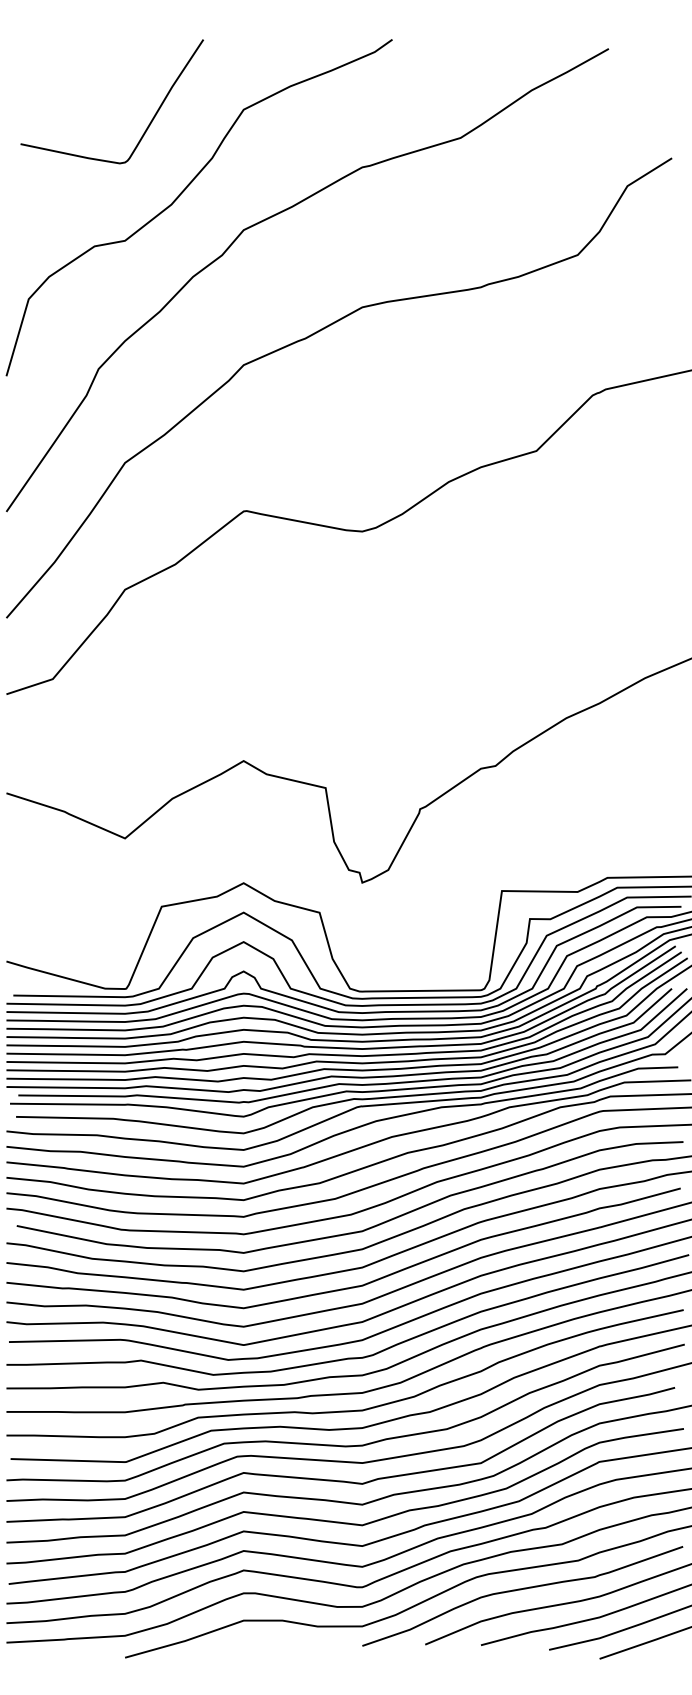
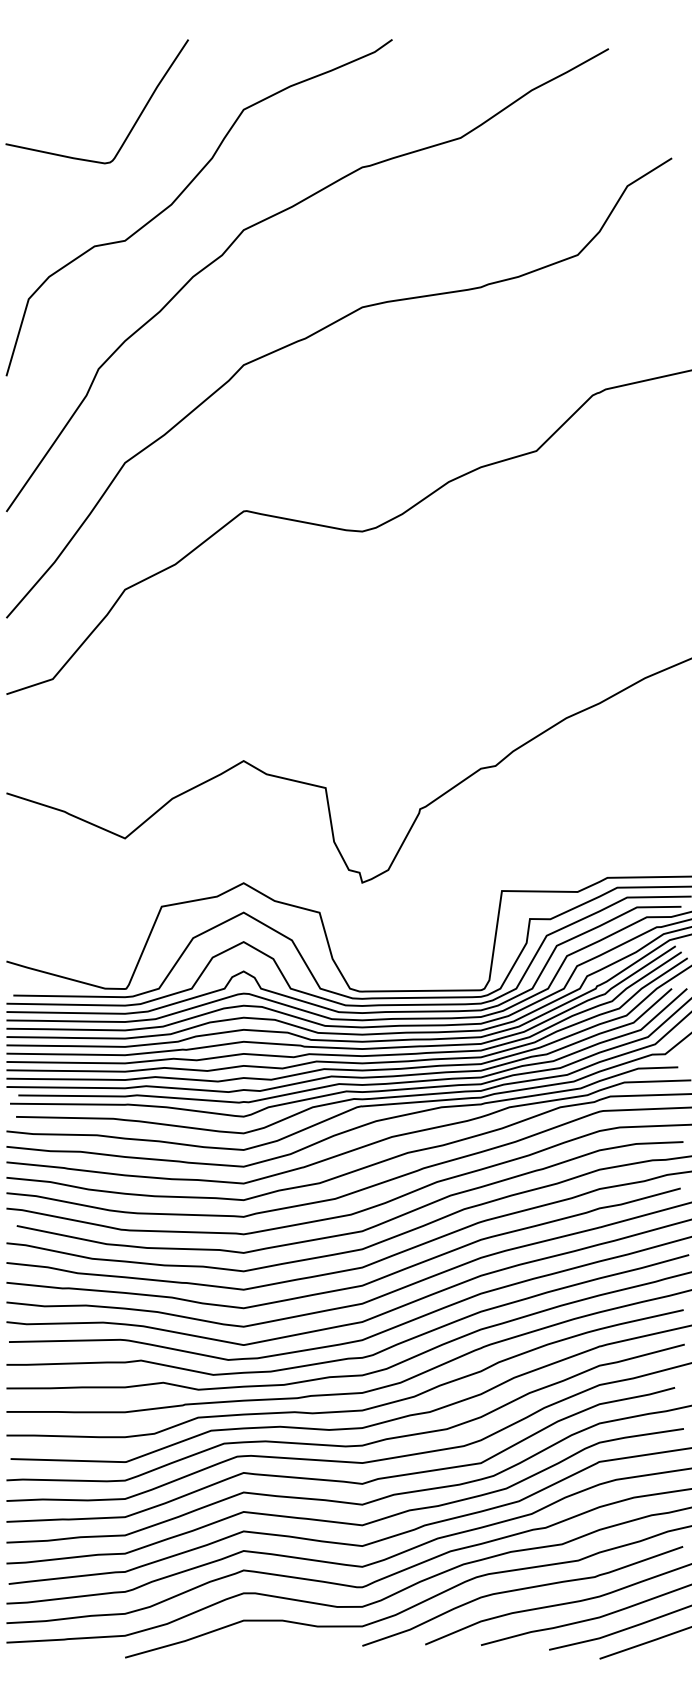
curve at (148, 124) position: (148, 124) -> (133, 124)
